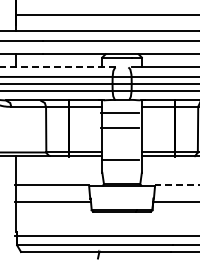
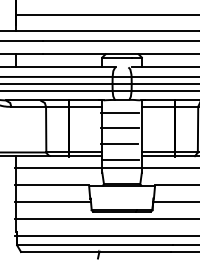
line at (58, 67): dashed -> solid
line at (119, 144): none -> present
line at (105, 168): none -> present
line at (176, 184): dashed -> solid
line at (105, 219): none -> present
